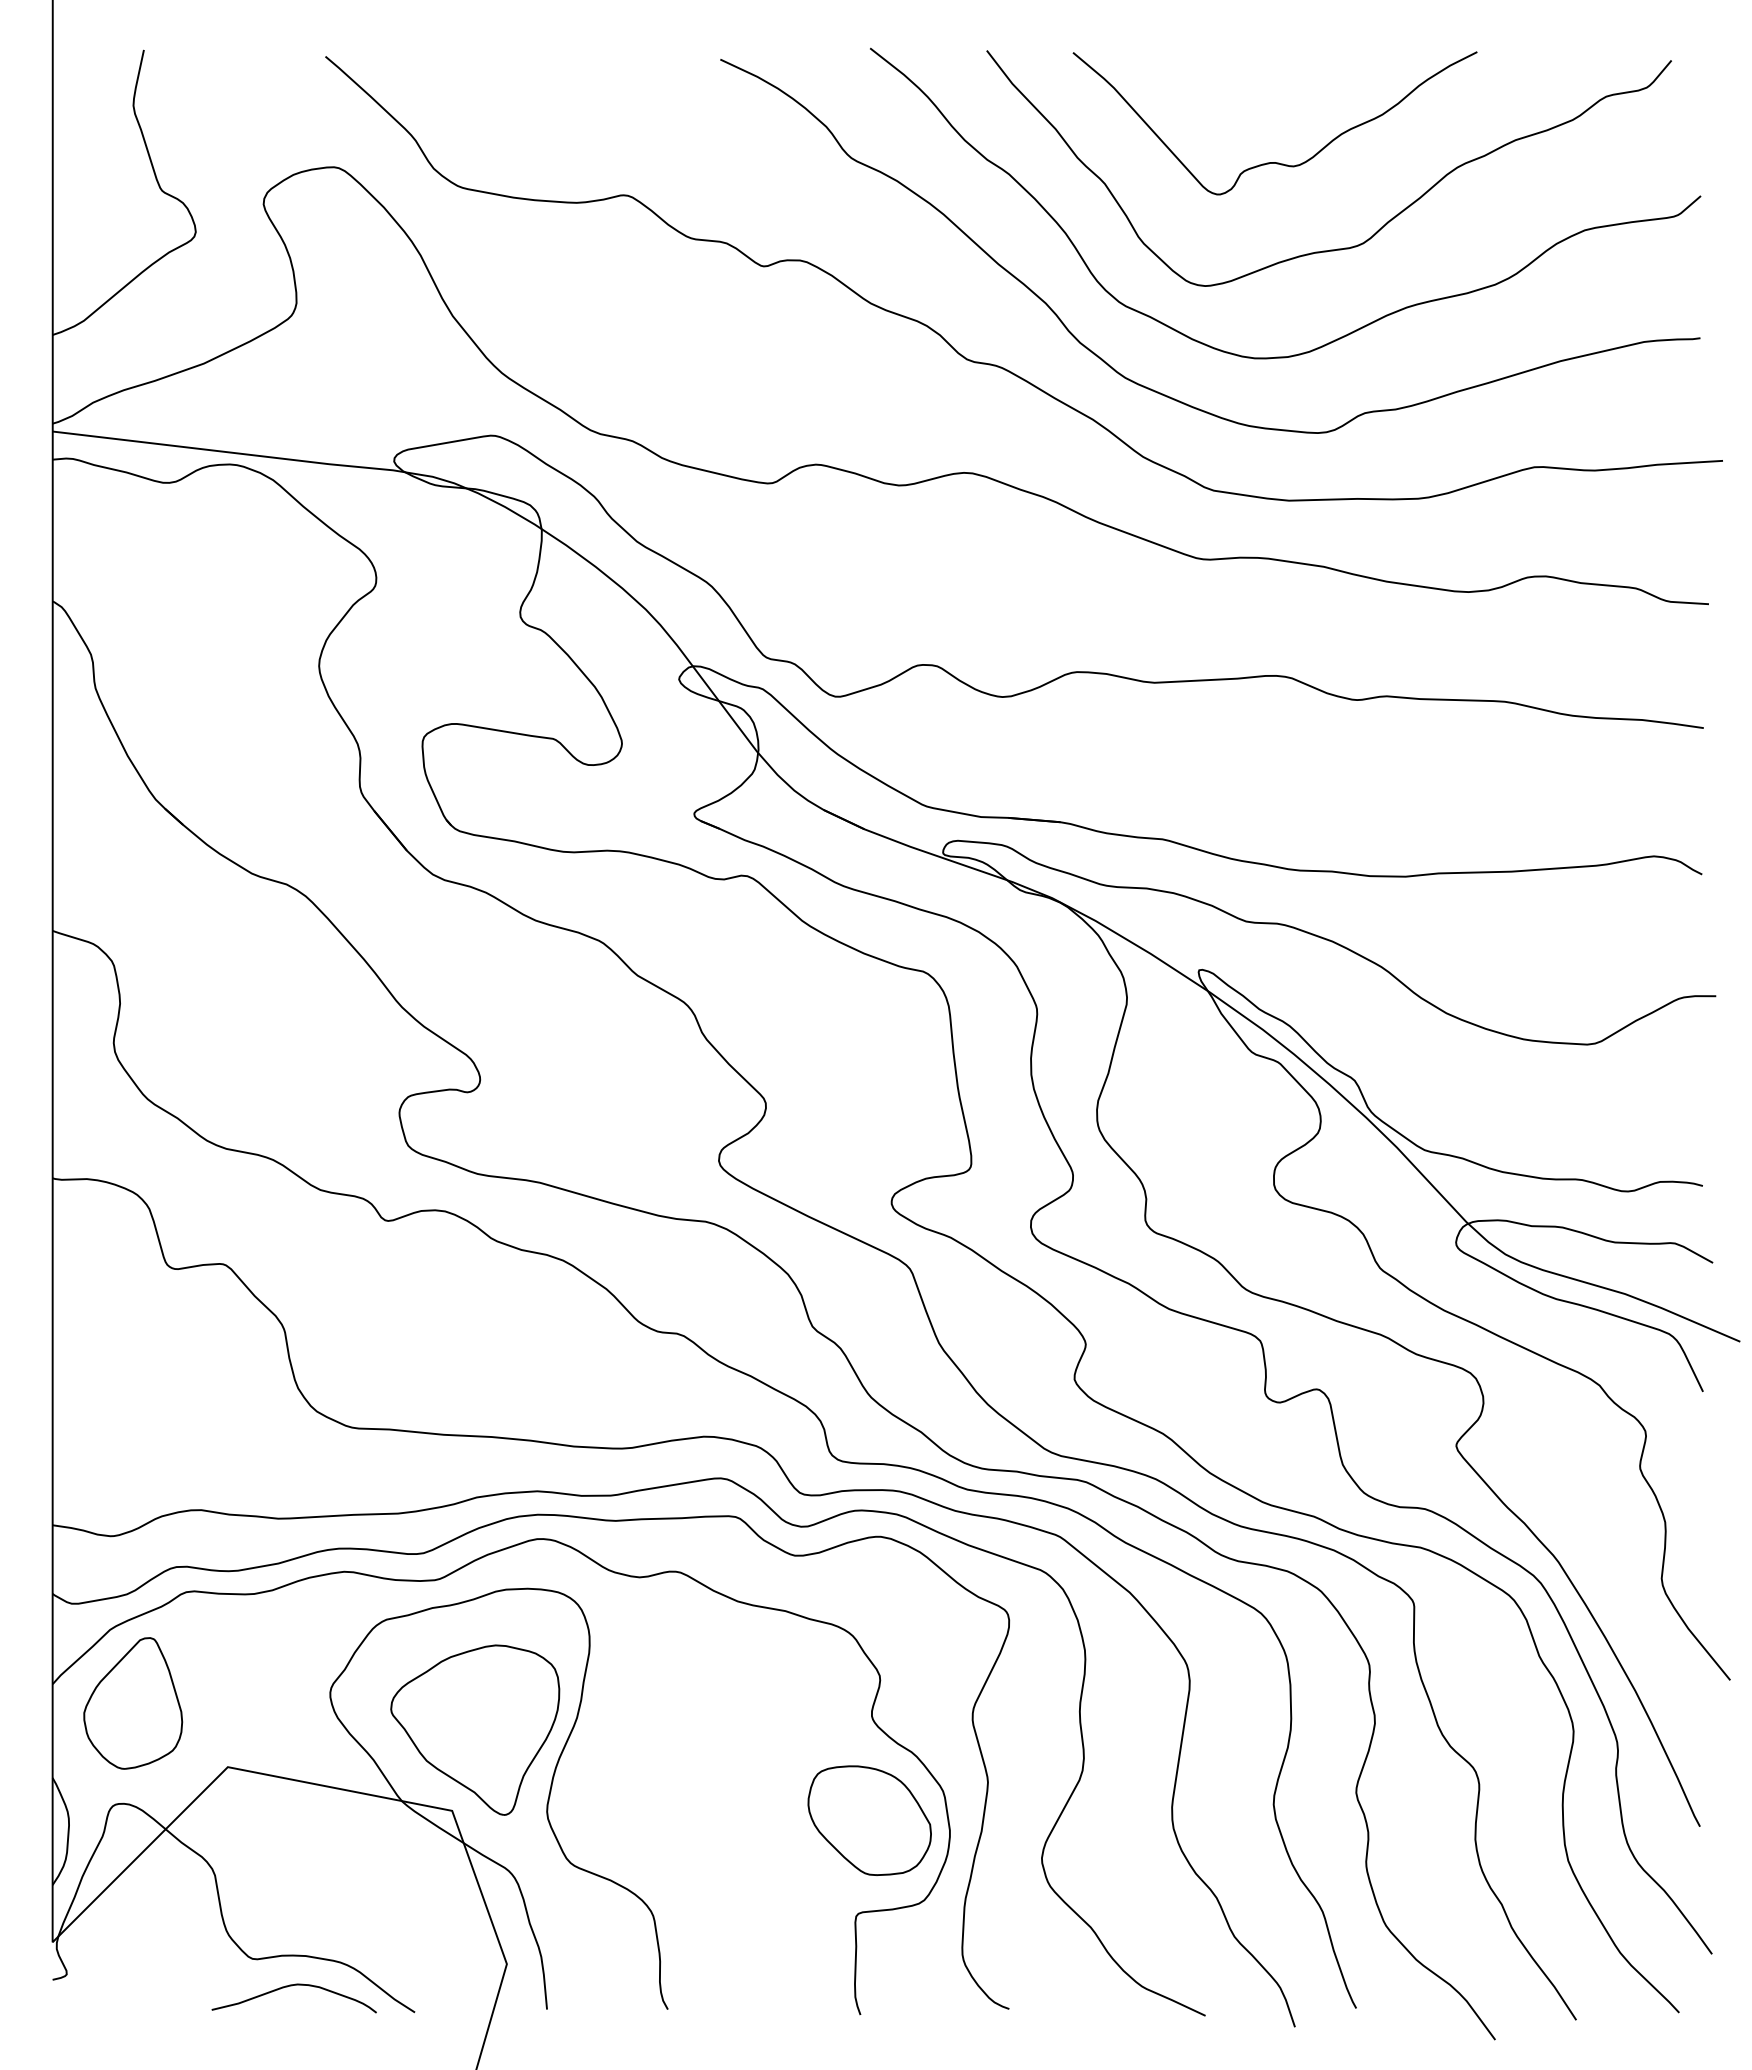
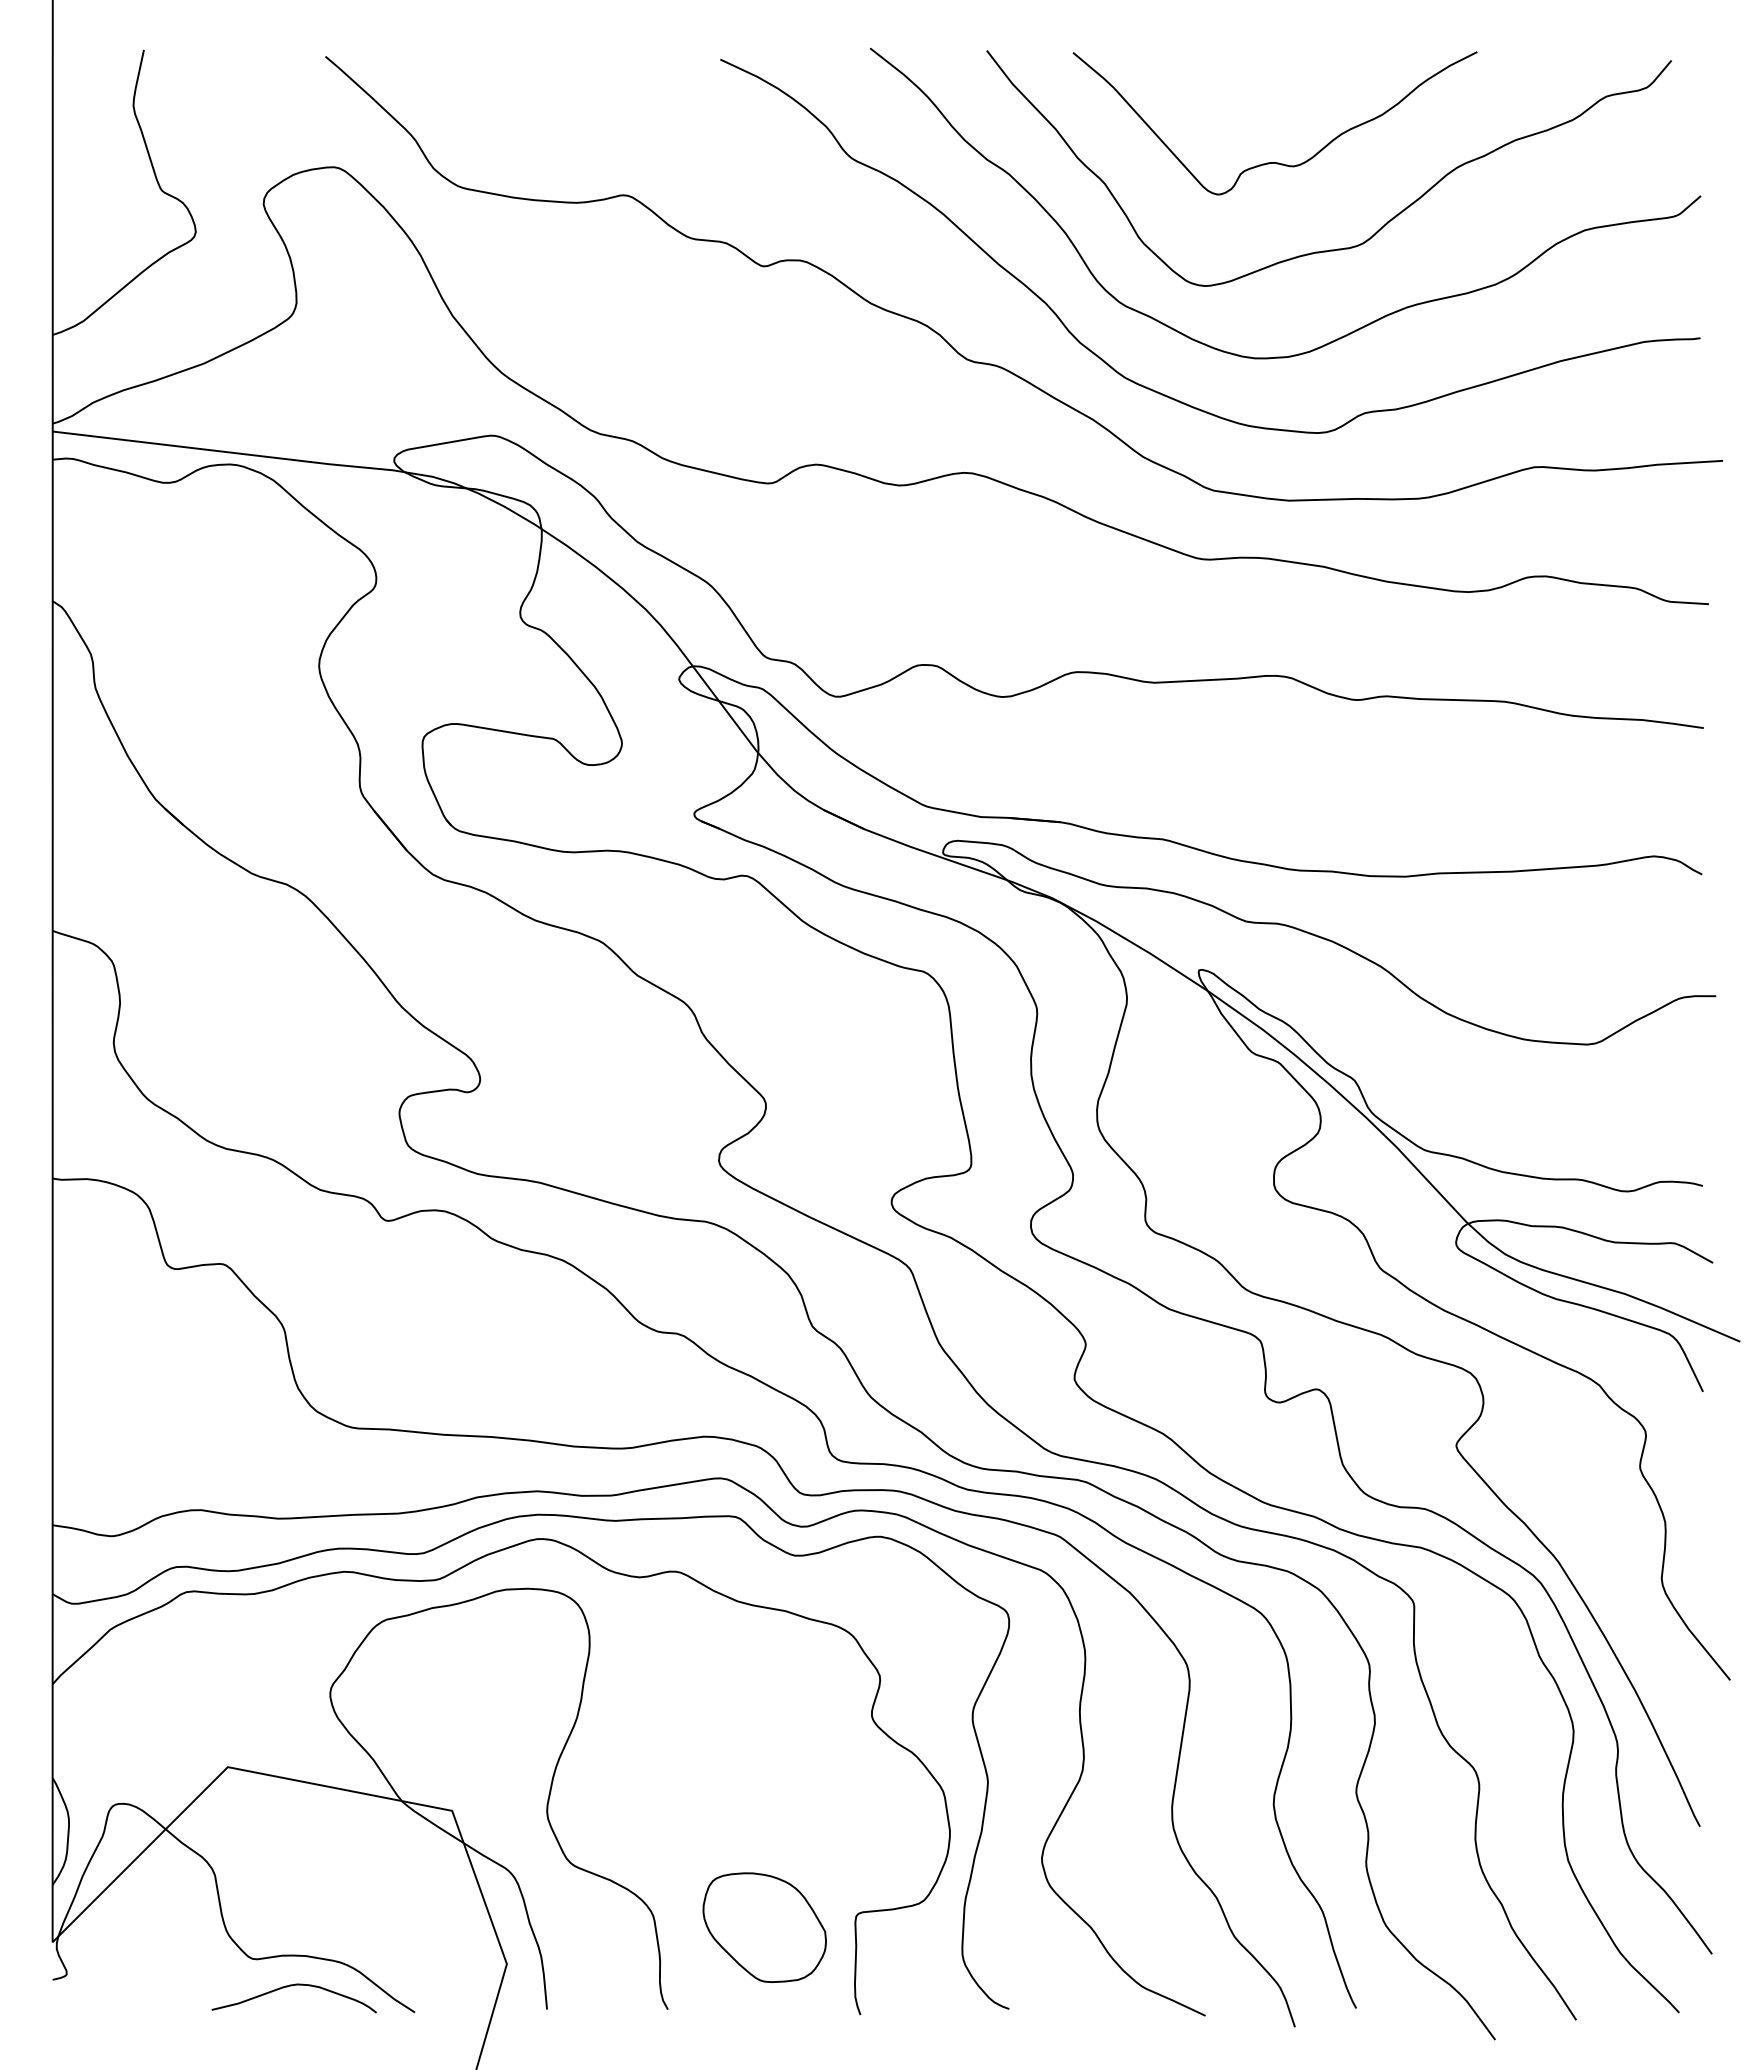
part at (133, 1703): present -> none
part at (475, 1729): present -> none
part at (869, 1820) position: (869, 1820) -> (764, 1927)
